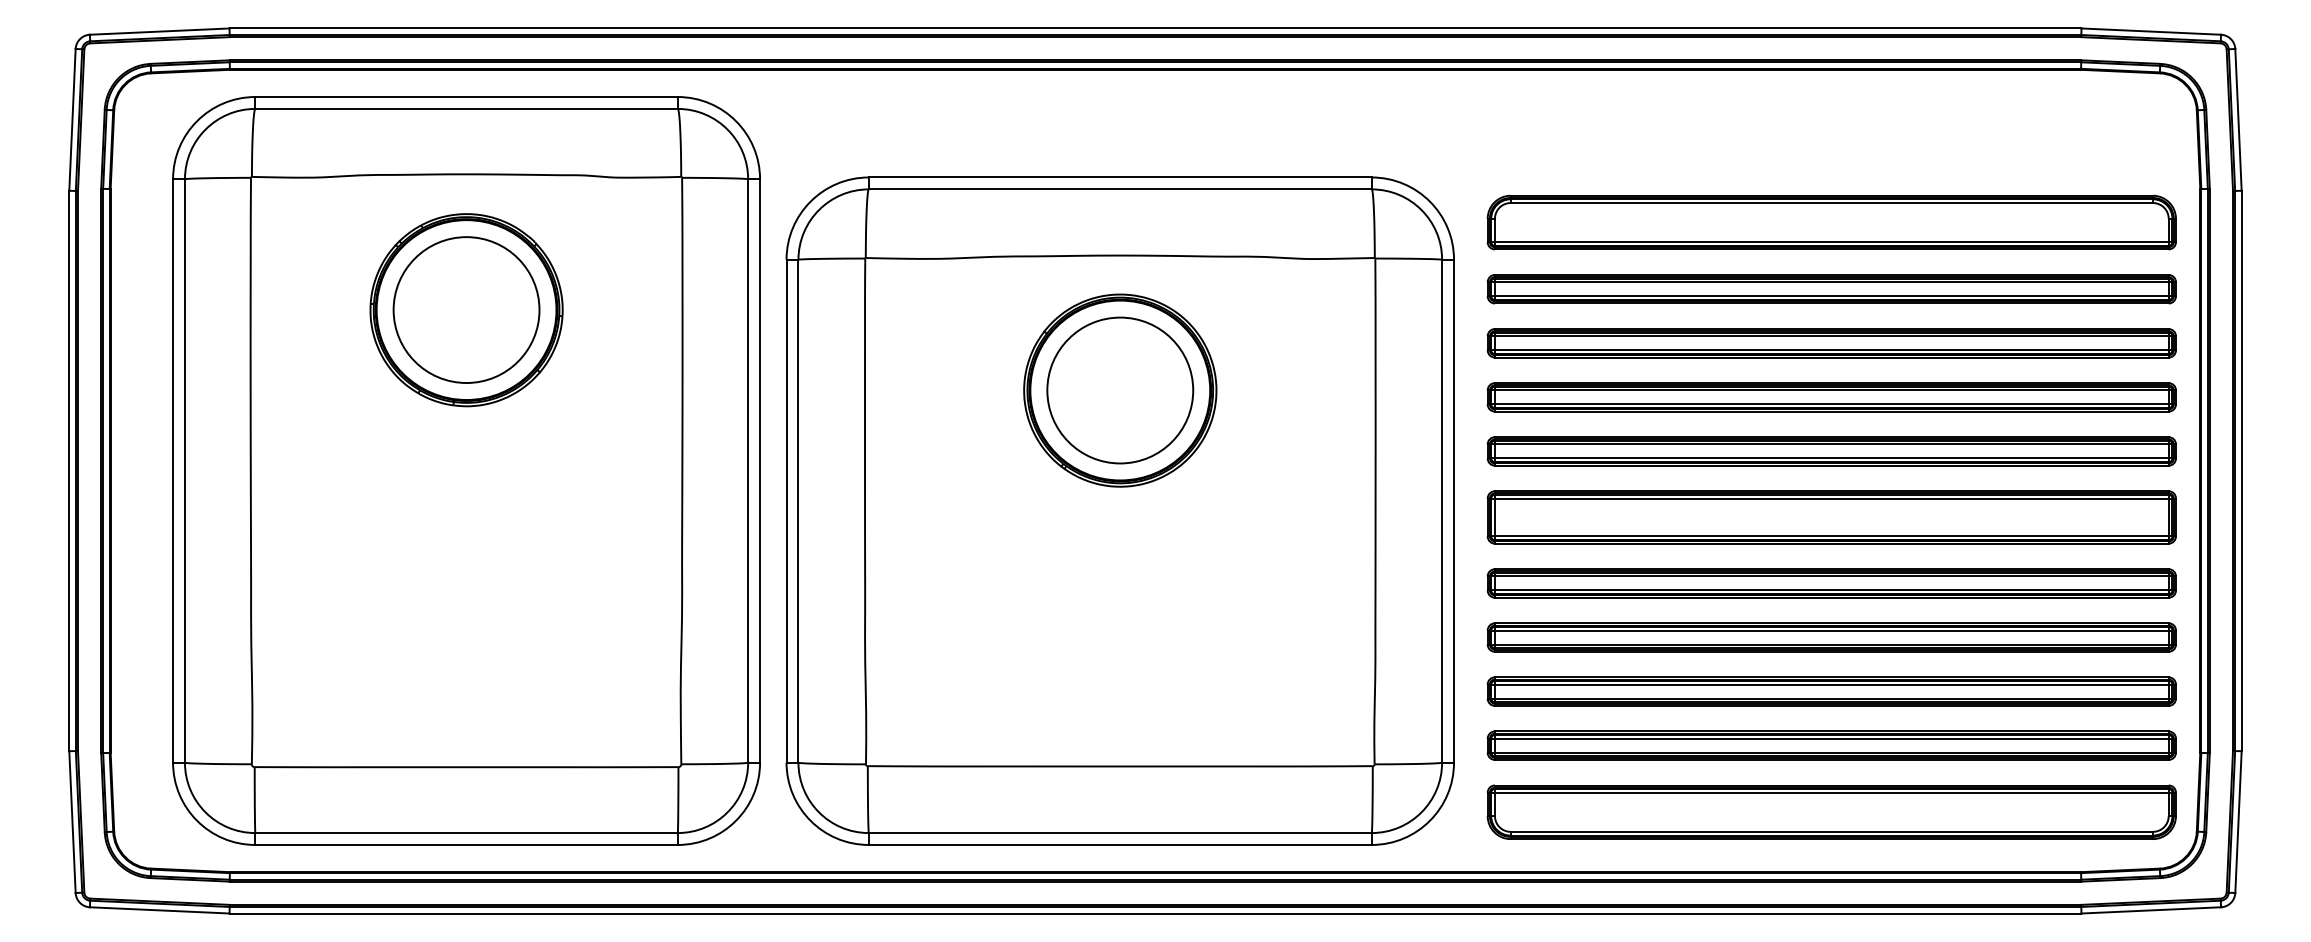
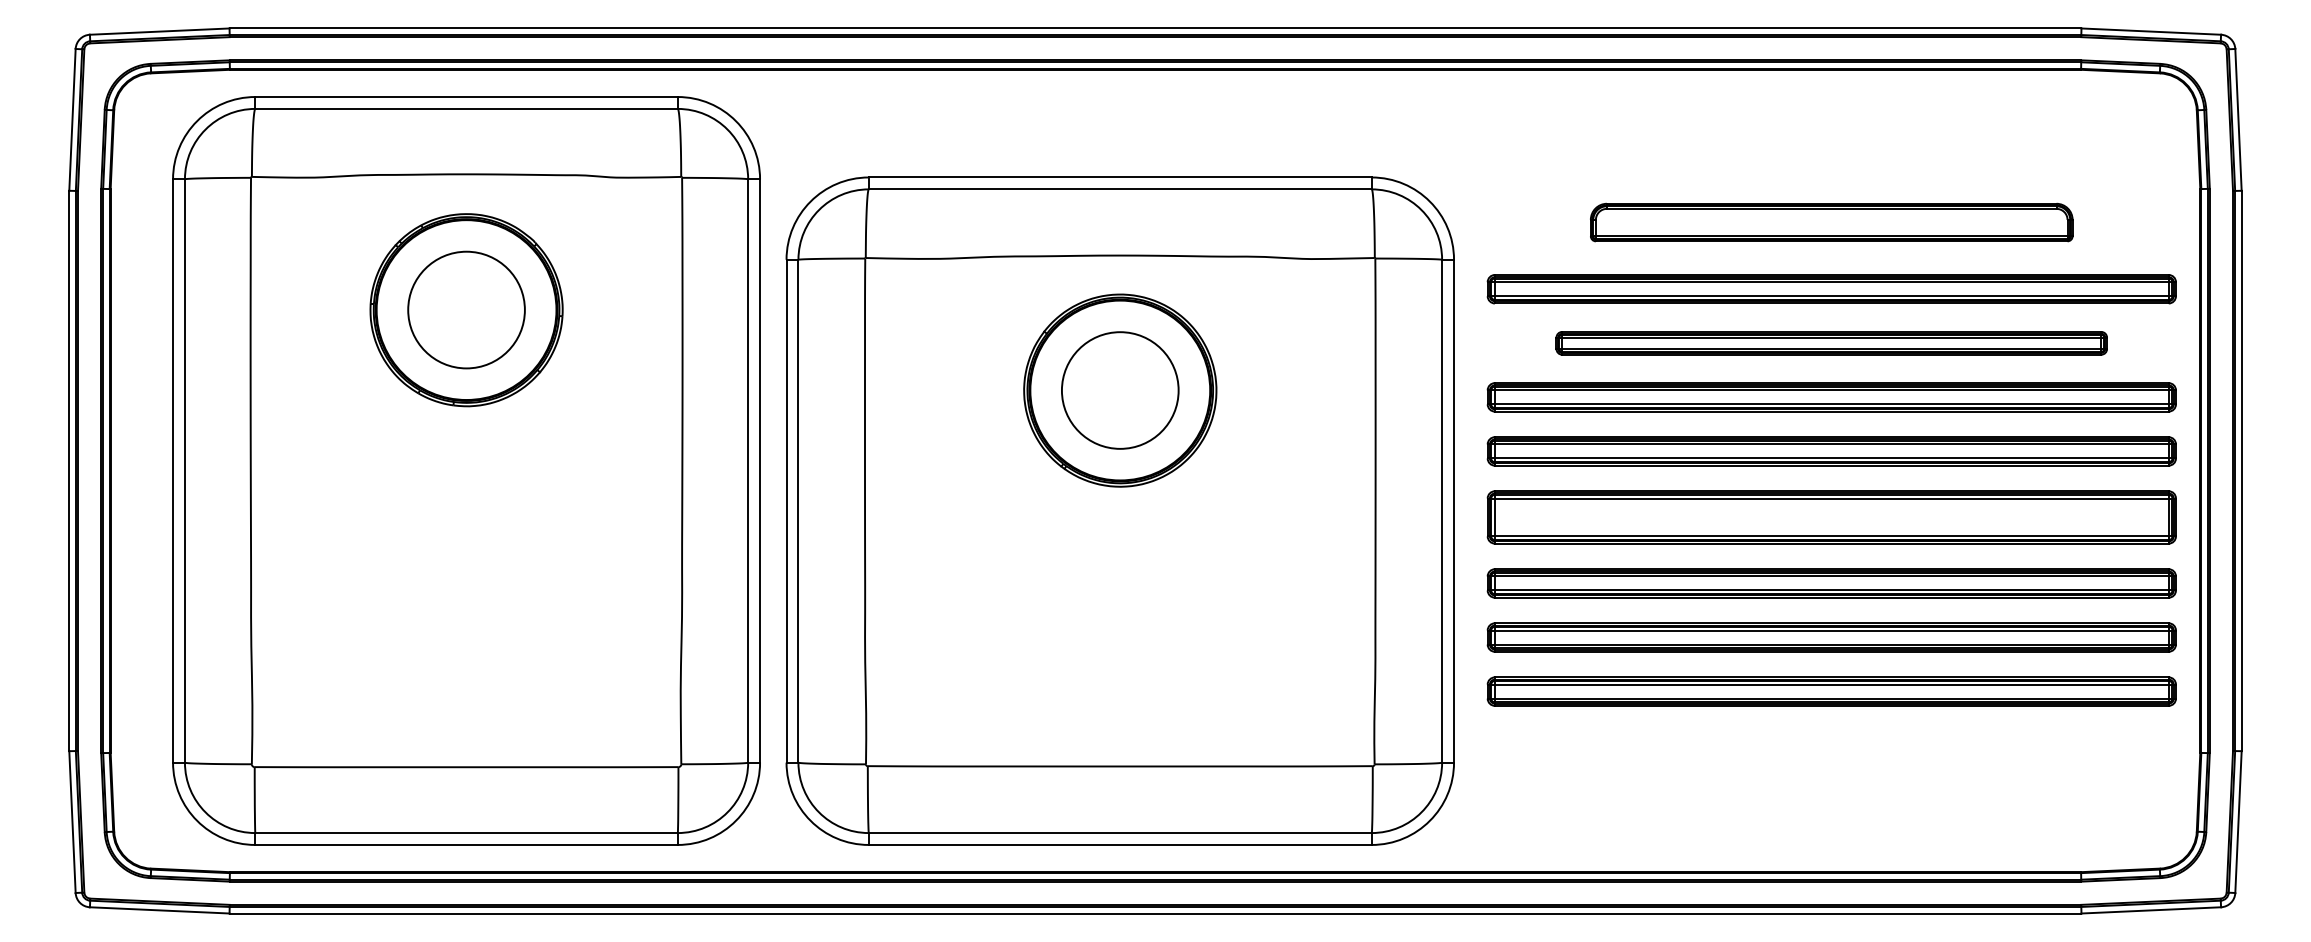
part at (1831, 222) size: 691x57 px -> 484x41 px
circle at (466, 310) diameter: 146 px -> 117 px
part at (1831, 343) size: 691x31 px -> 553x25 px
circle at (1120, 390) diameter: 146 px -> 117 px
part at (1831, 745): present -> none
part at (1831, 811): present -> none
